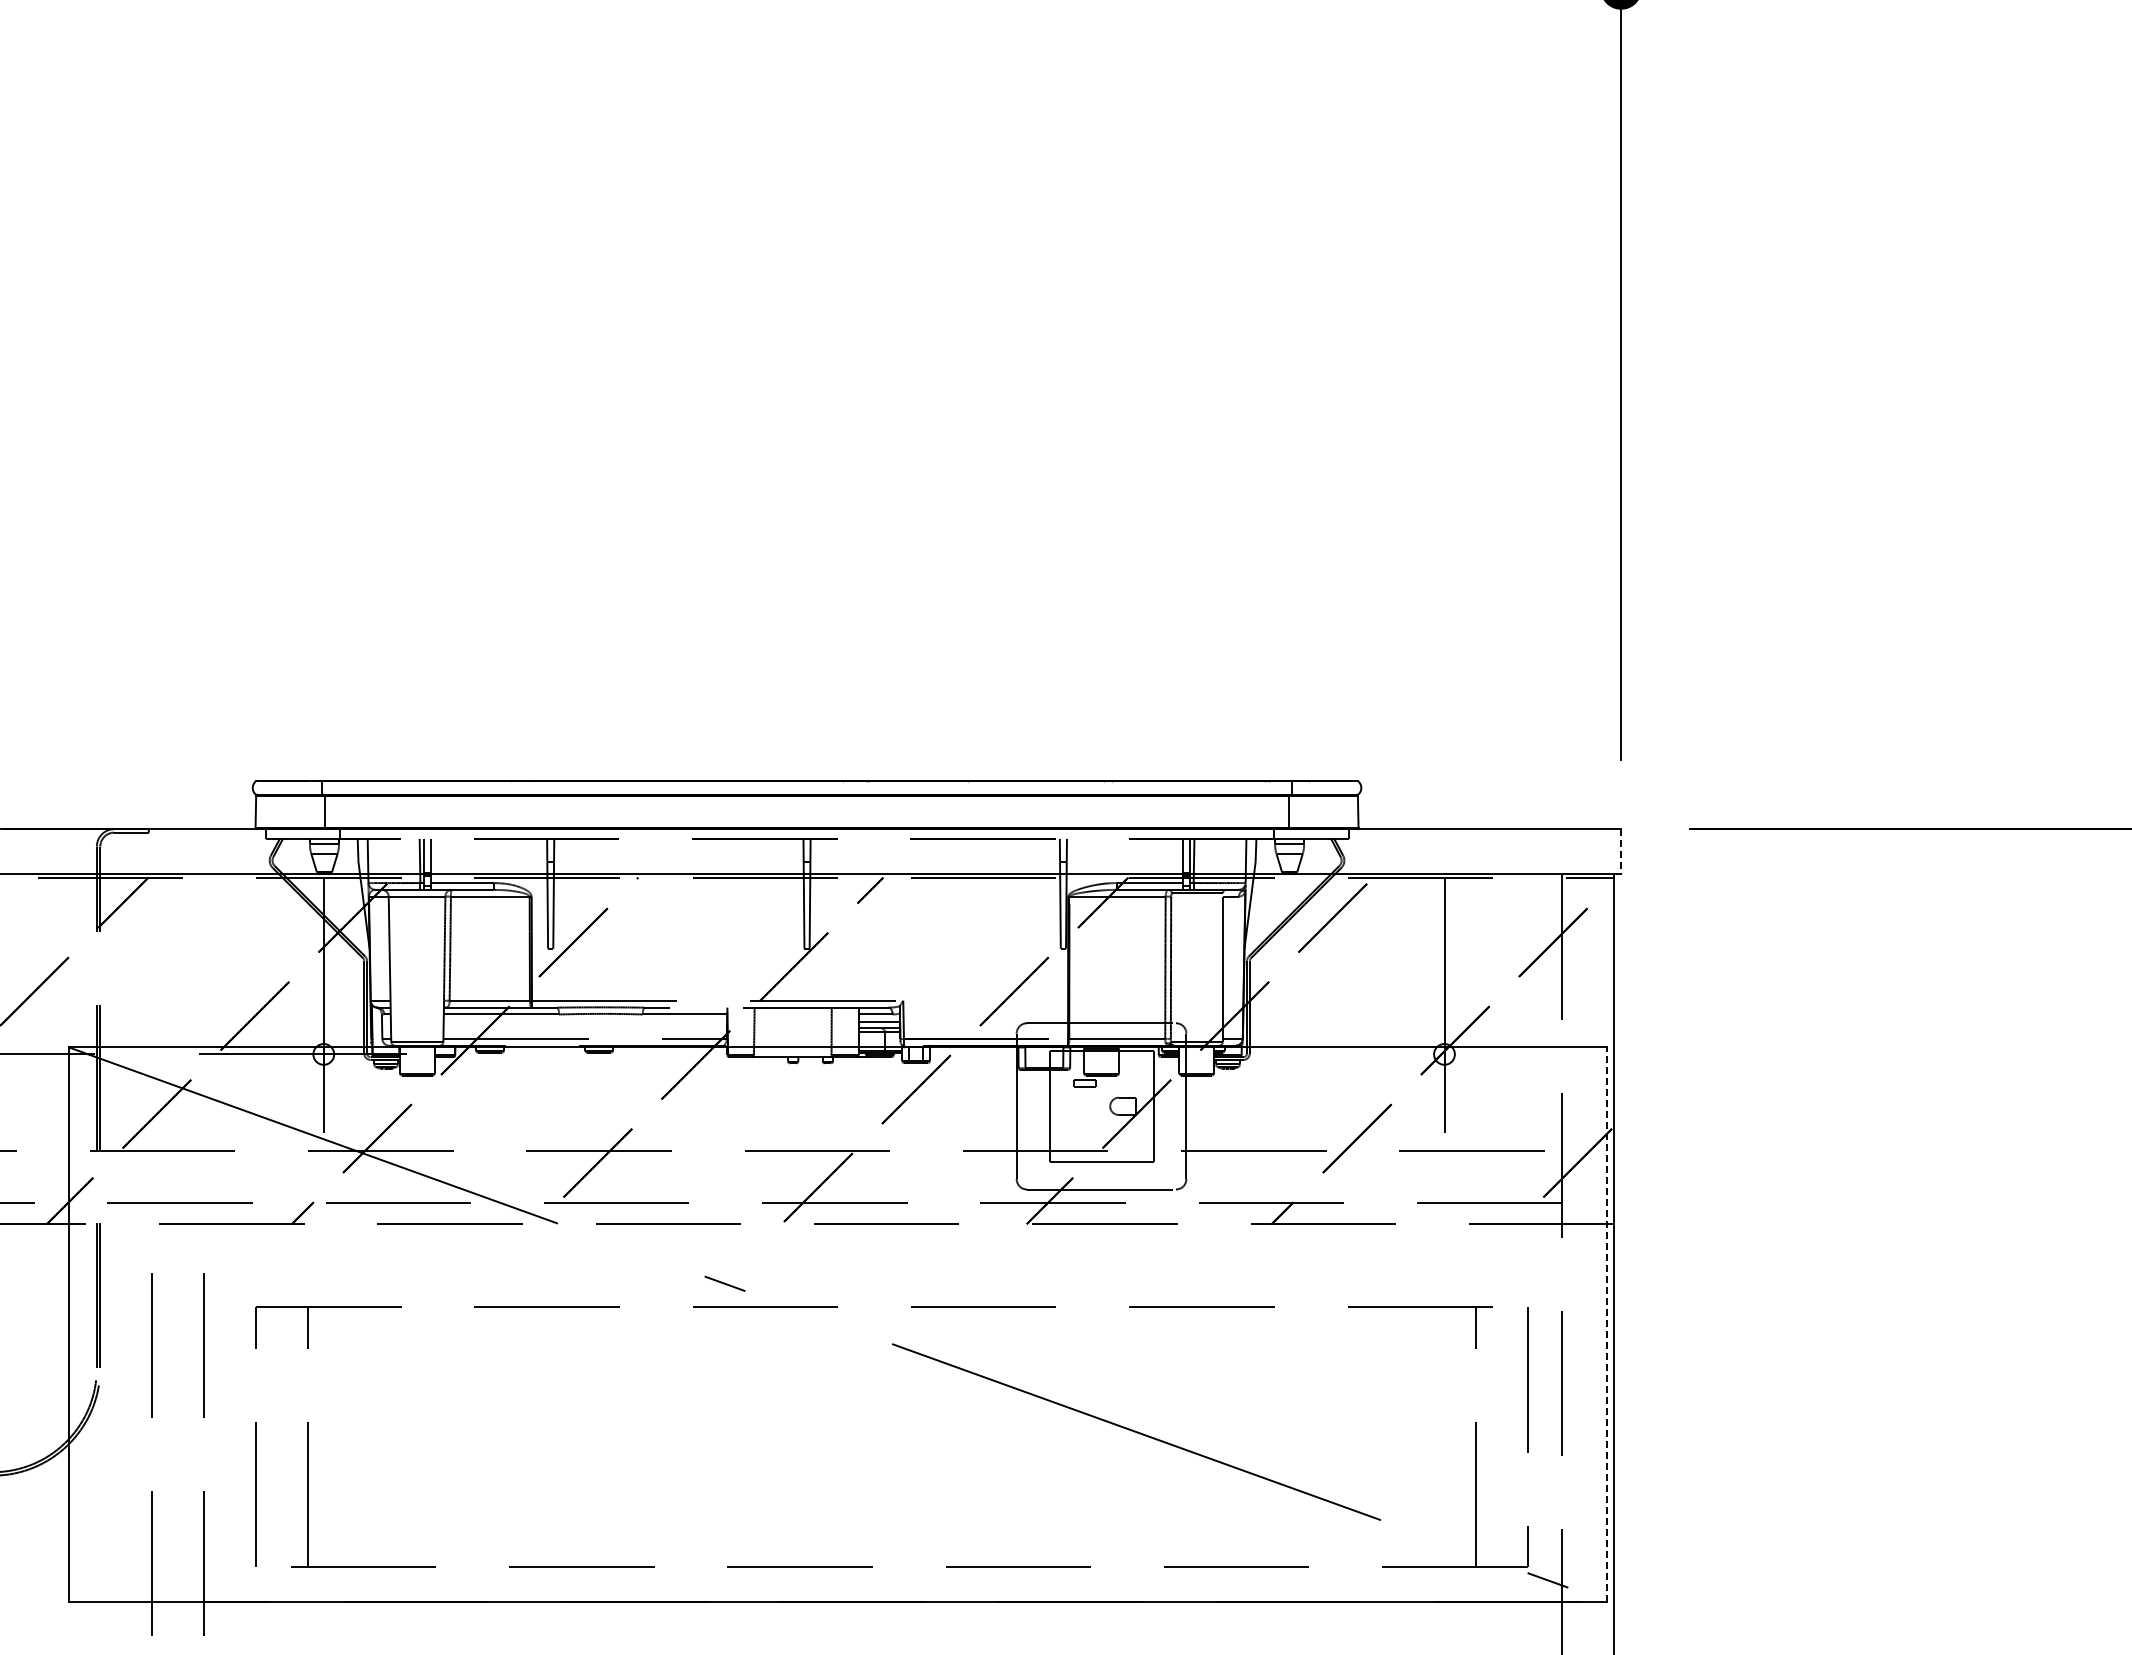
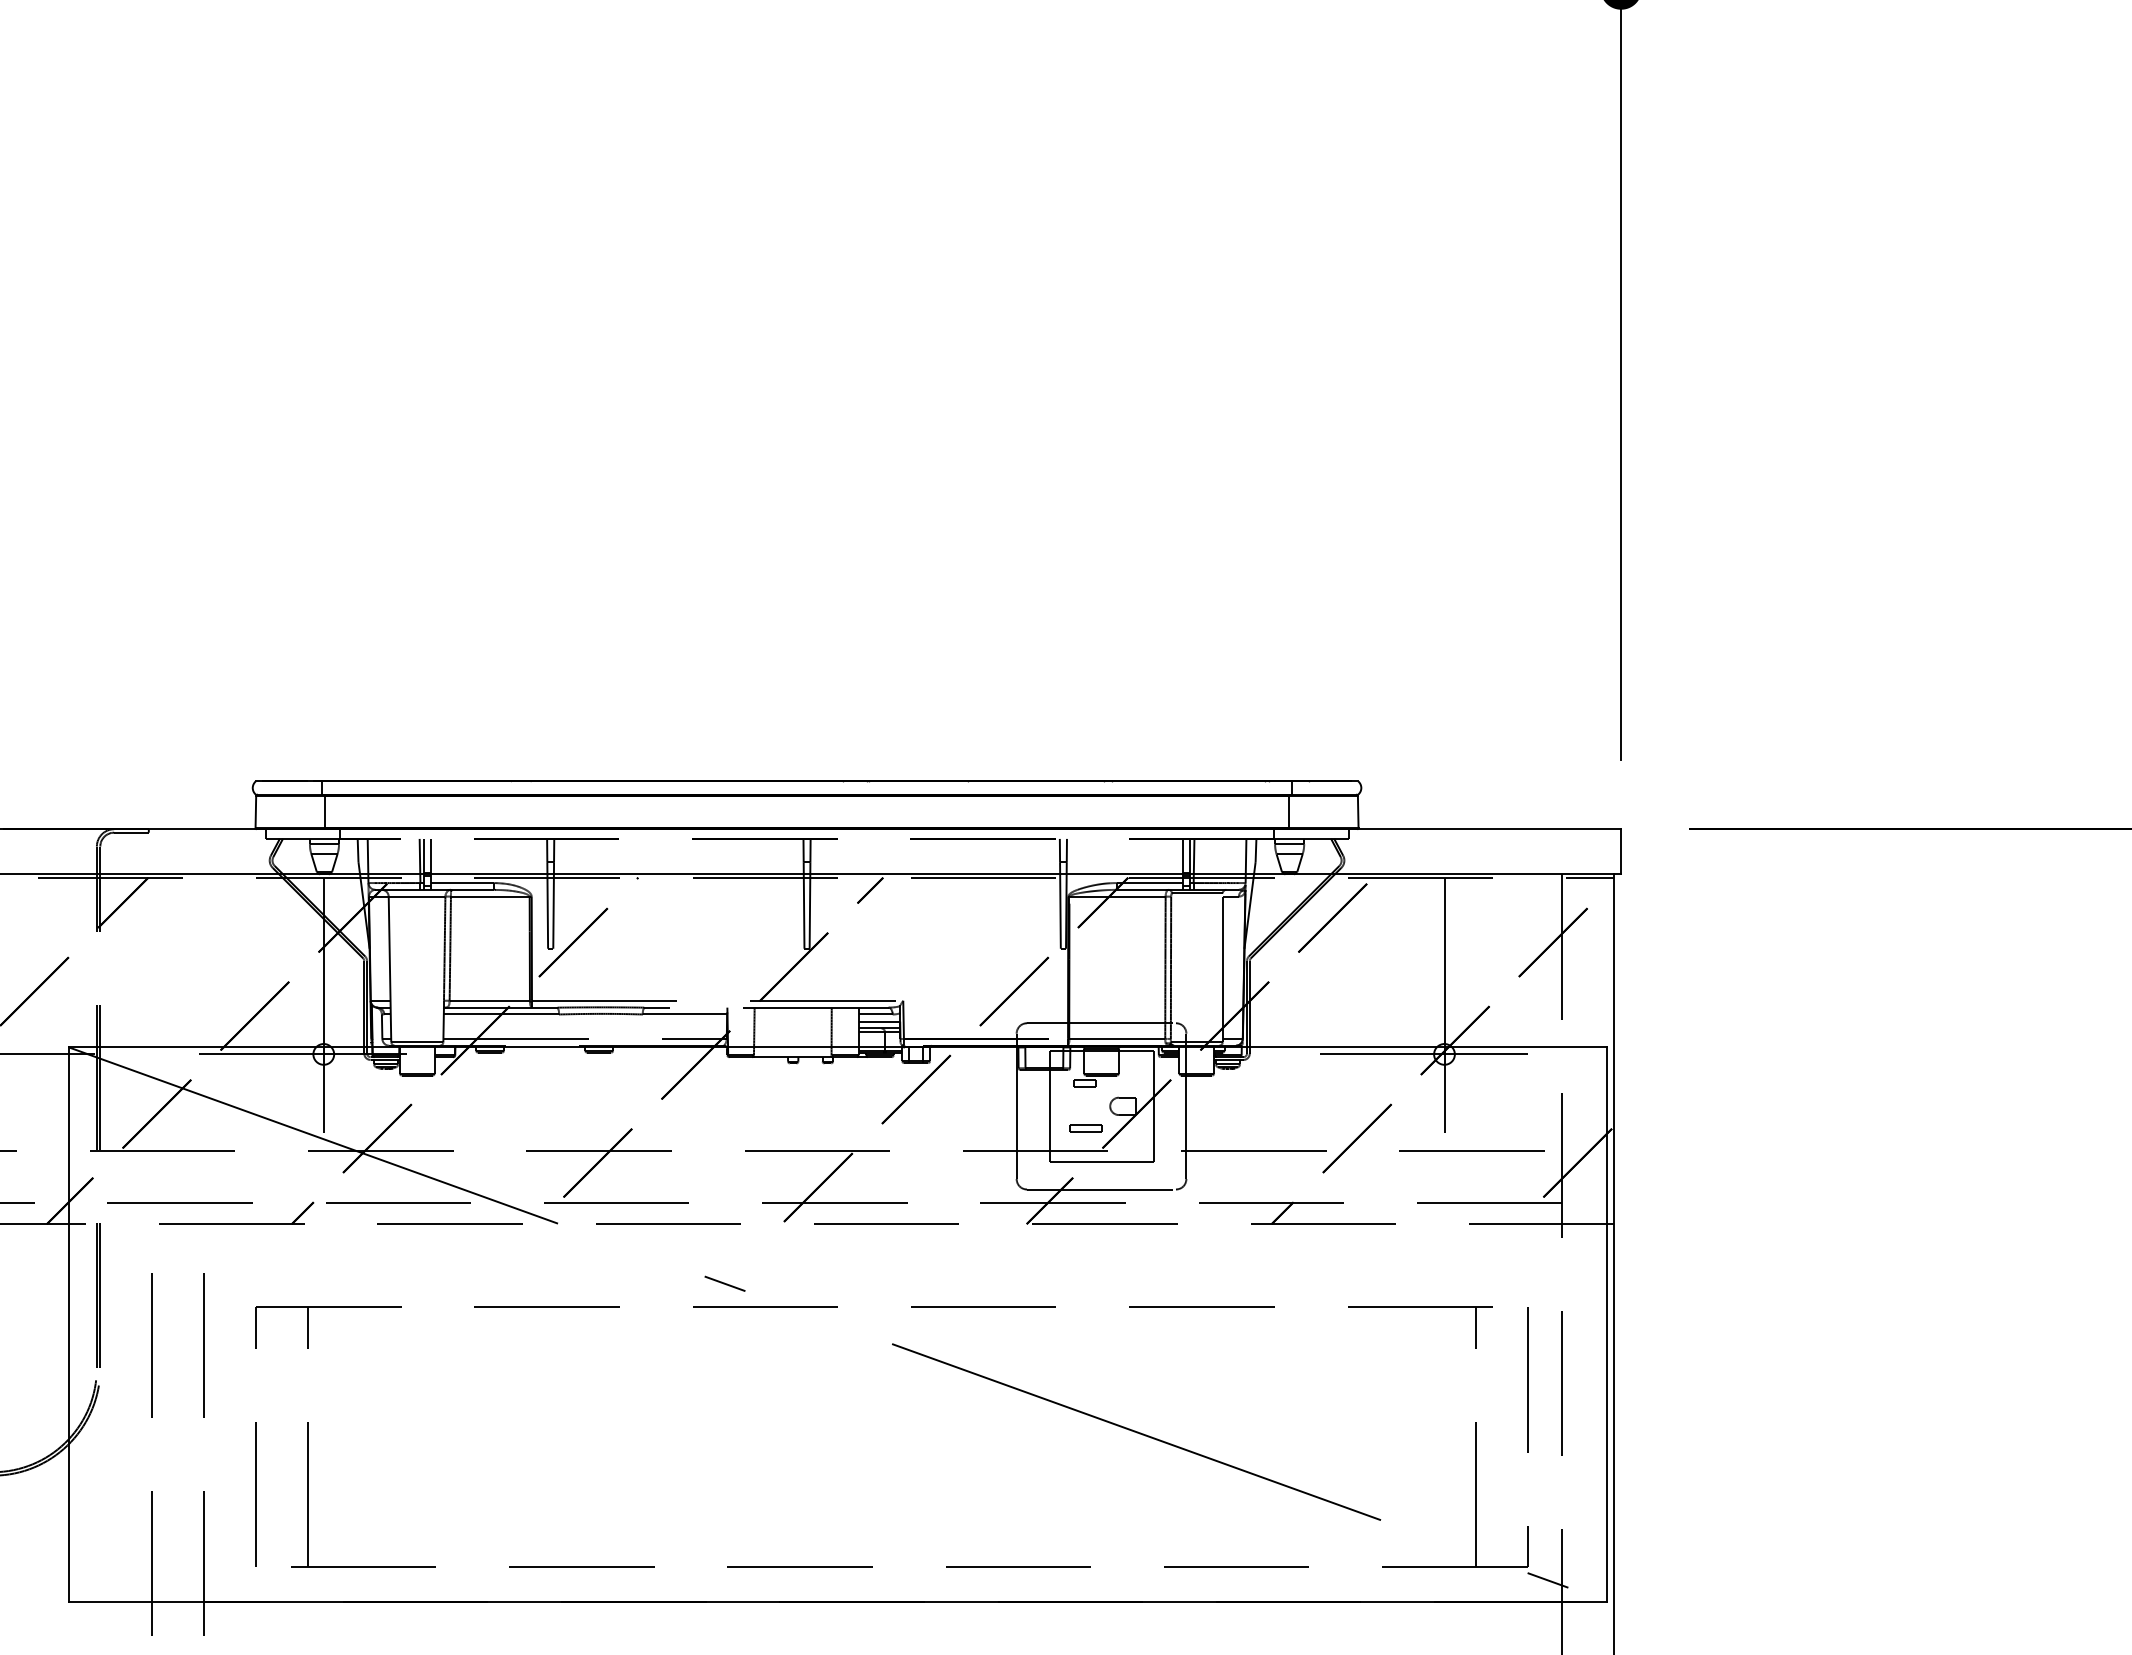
line at (1621, 851): dashed -> solid
line at (1423, 1054): none -> present
part at (1085, 1128): none -> present
line at (1607, 1324): dashed -> solid
